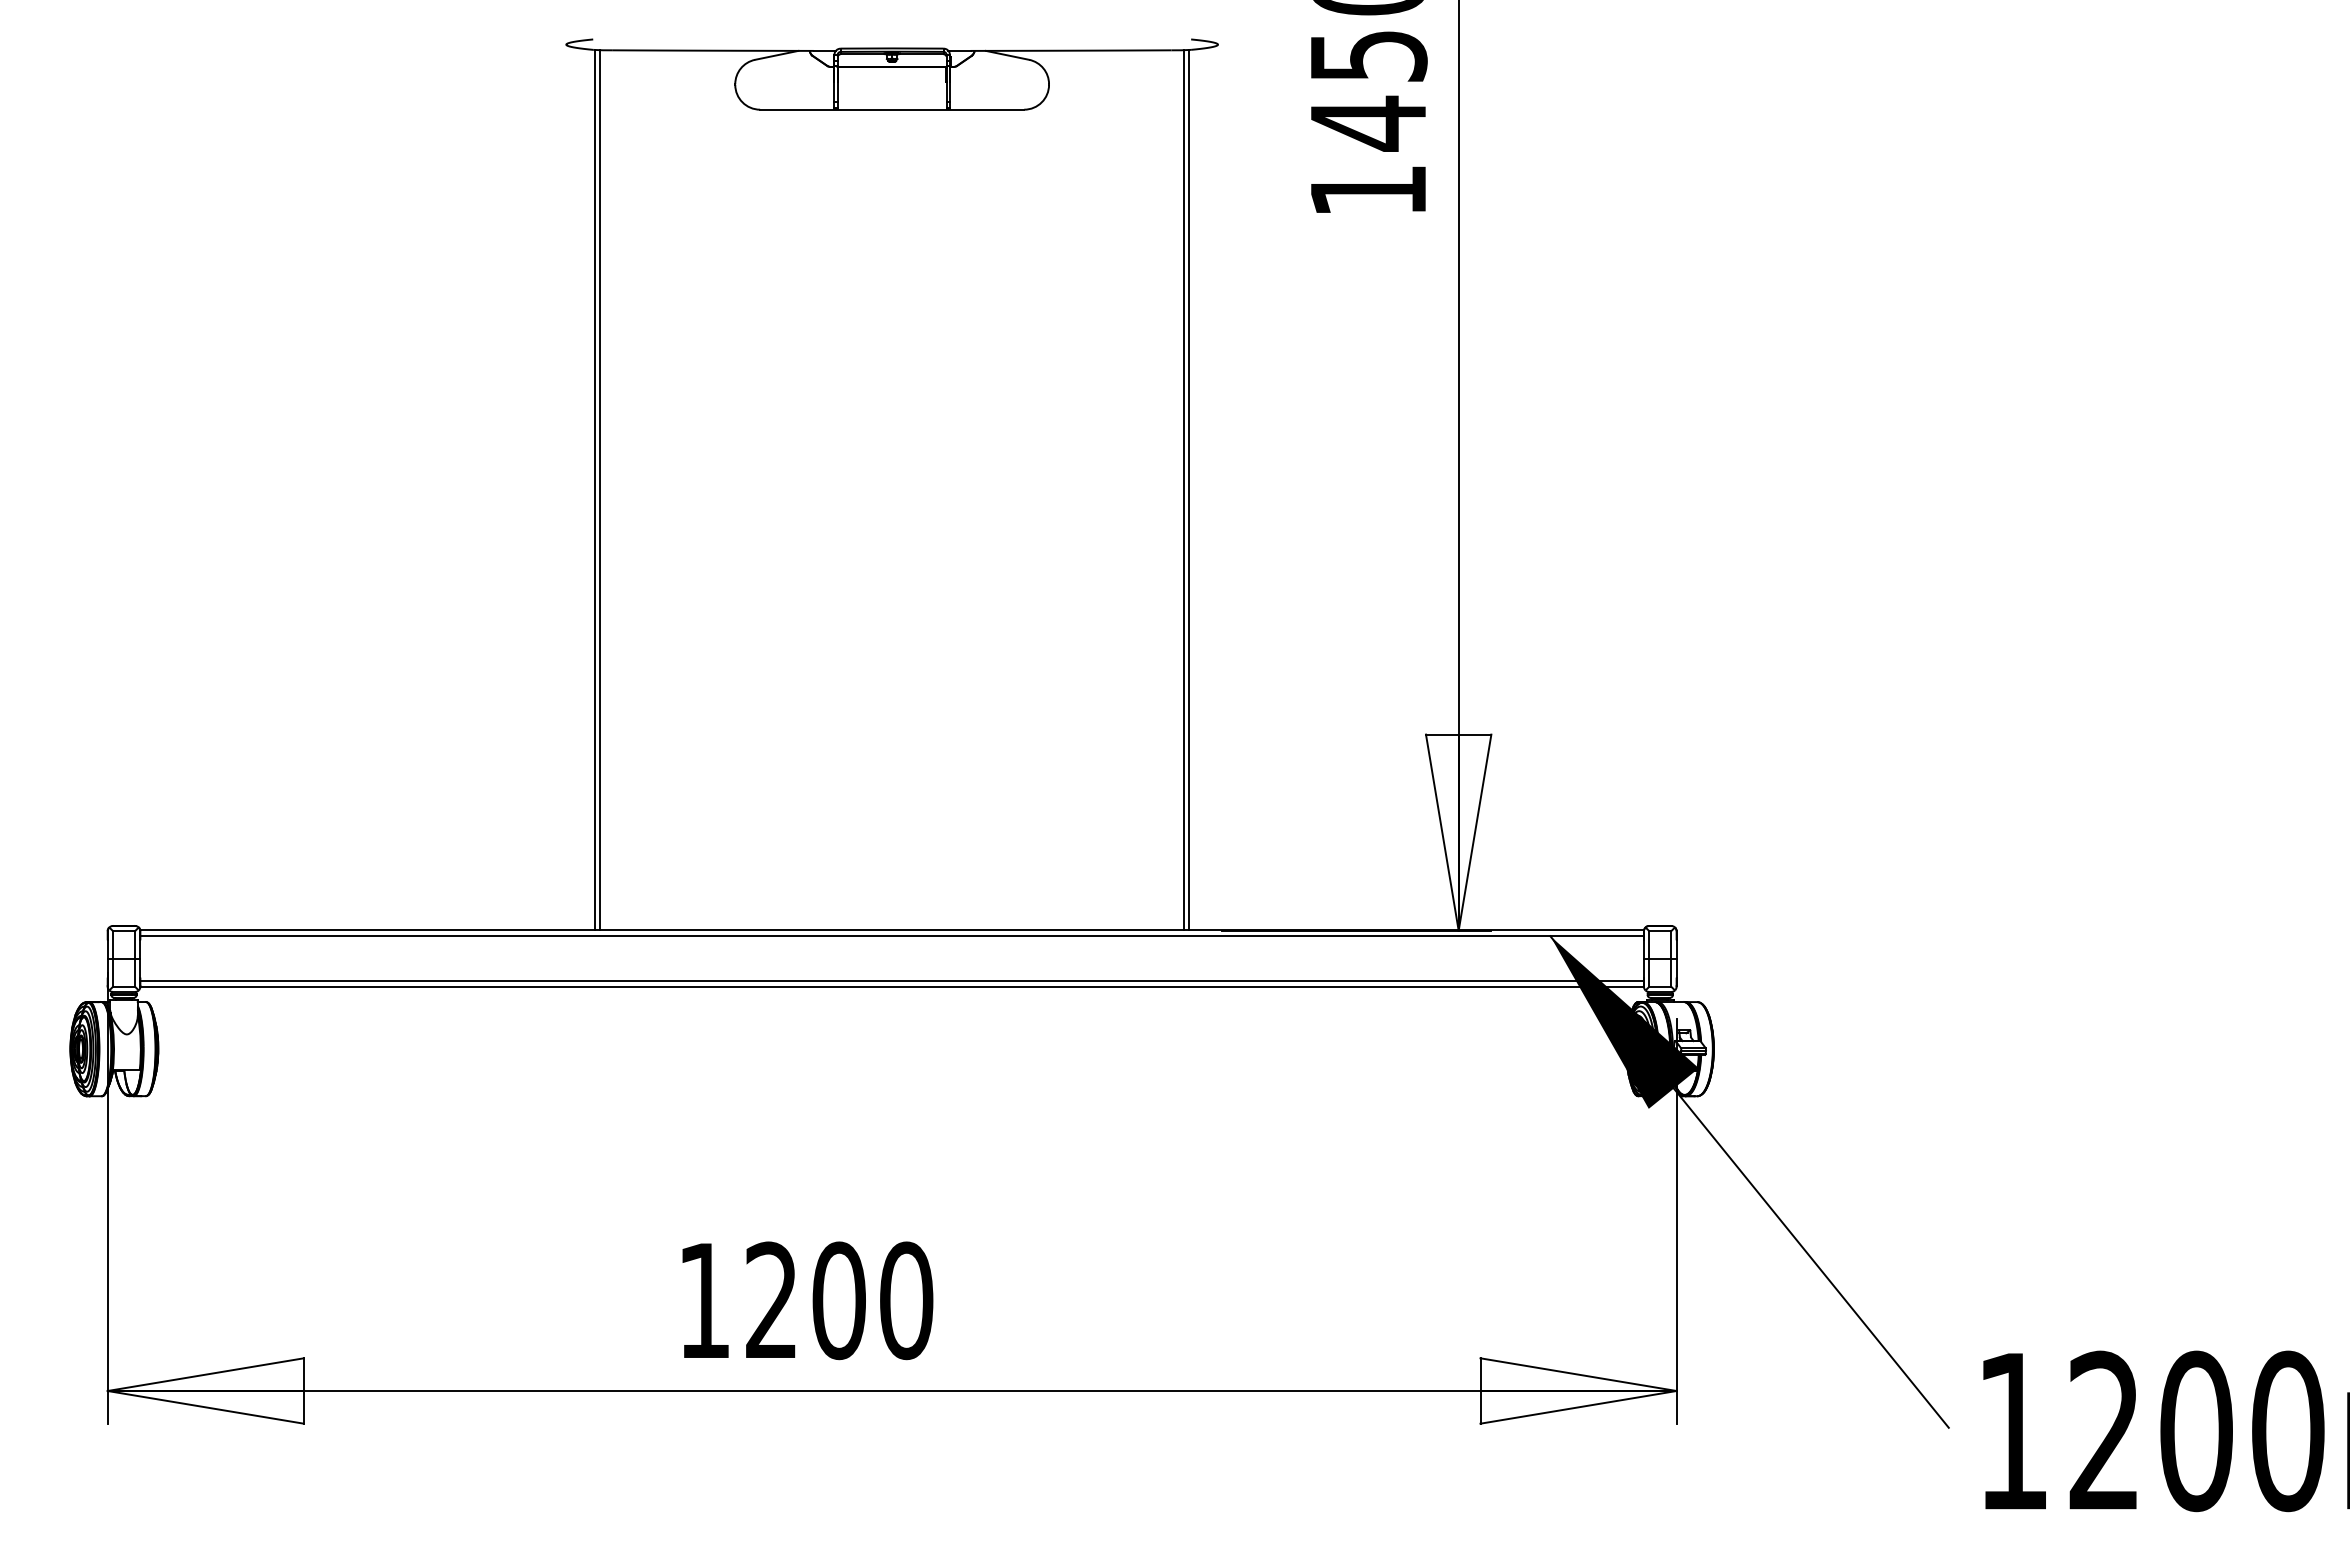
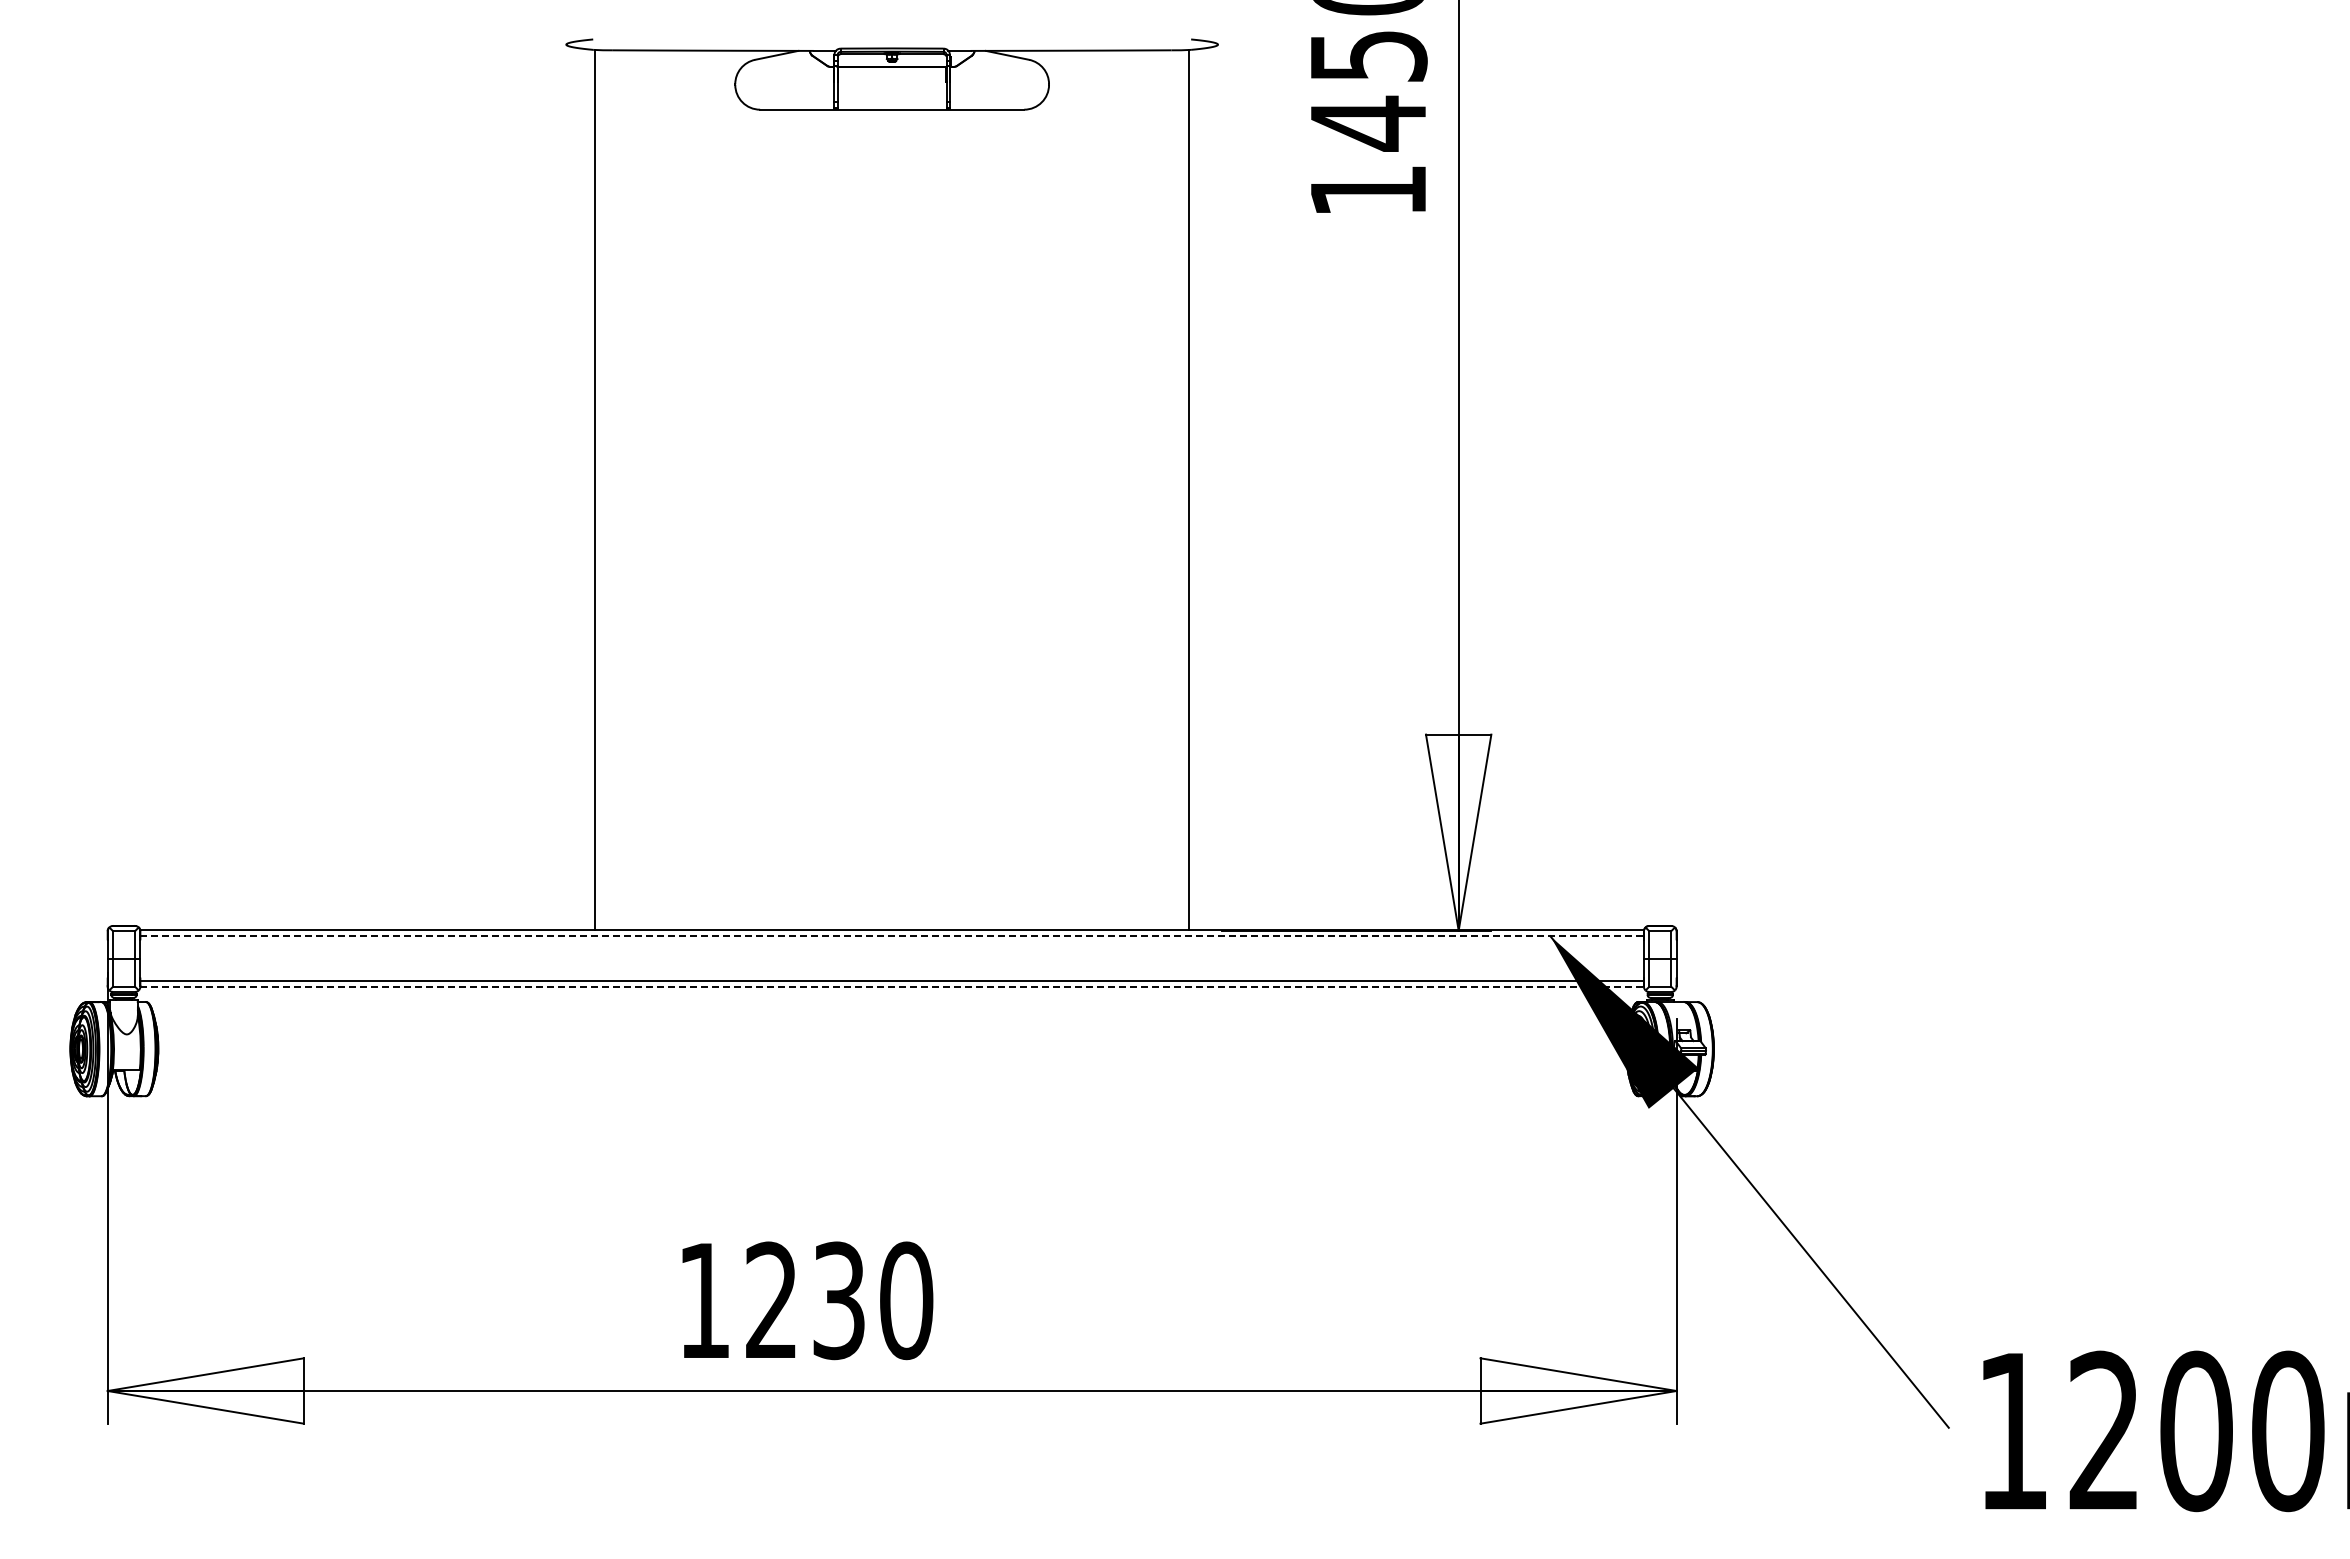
line at (600, 489): present -> none
line at (1183, 489): present -> none
line at (892, 936): solid -> dashed
line at (892, 987): solid -> dashed
text at (838, 1300): 1200 -> 1230
